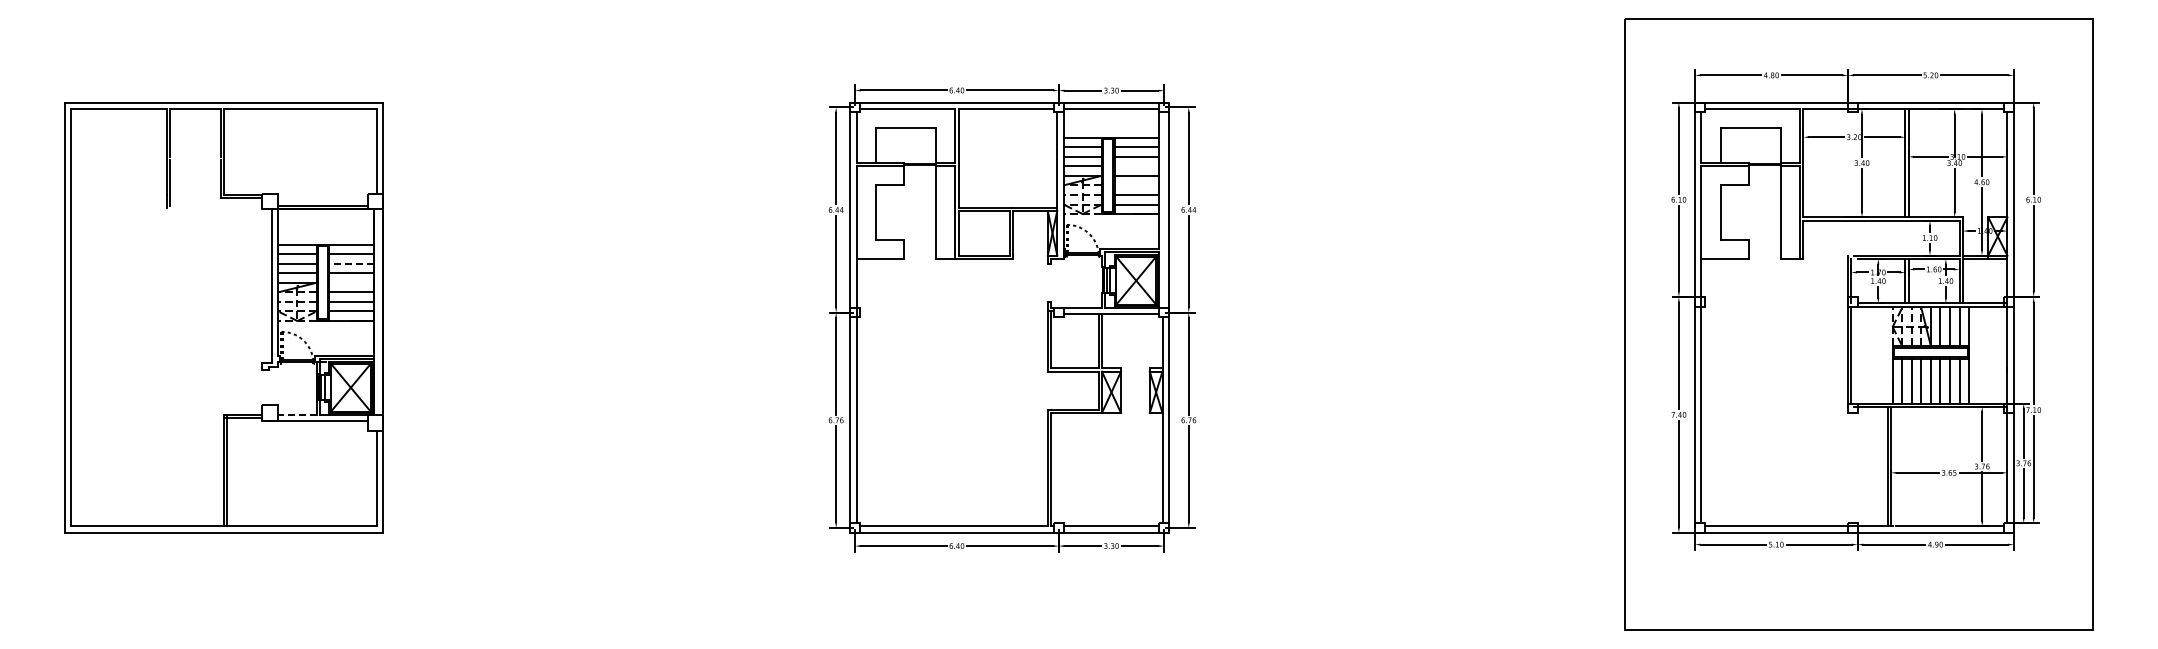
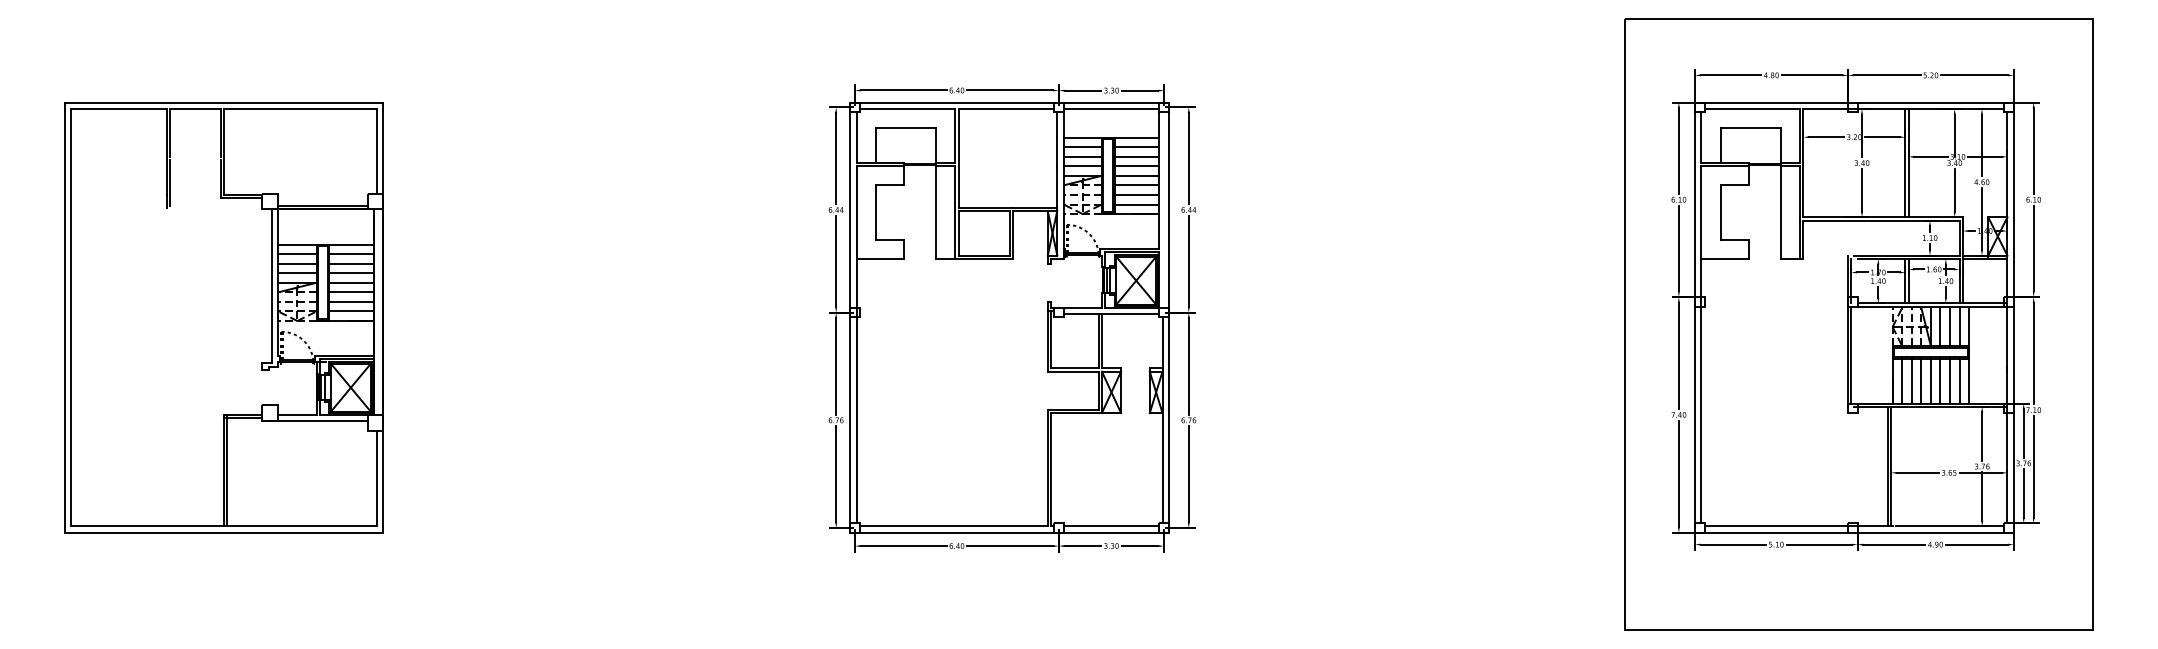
line at (1136, 166): none -> present
line at (1136, 185): none -> present
line at (351, 263): dashed -> solid
line at (351, 282): none -> present
line at (296, 414): dashed -> solid
